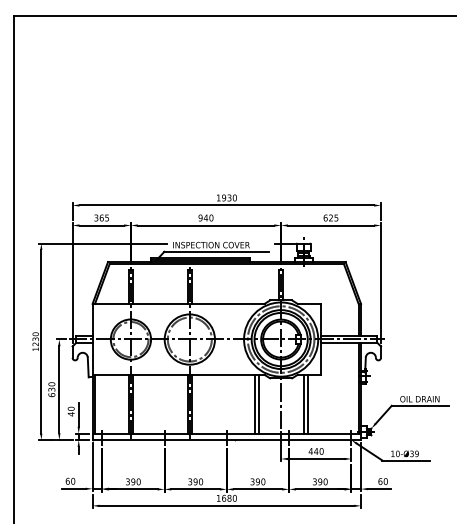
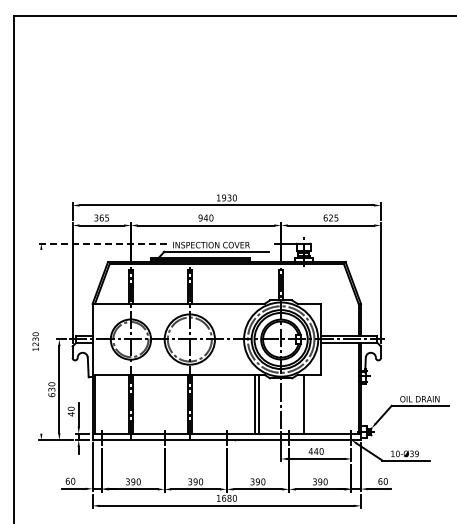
line at (102, 243): solid -> dashed
line at (41, 341): present -> none
line at (307, 403): present -> none
